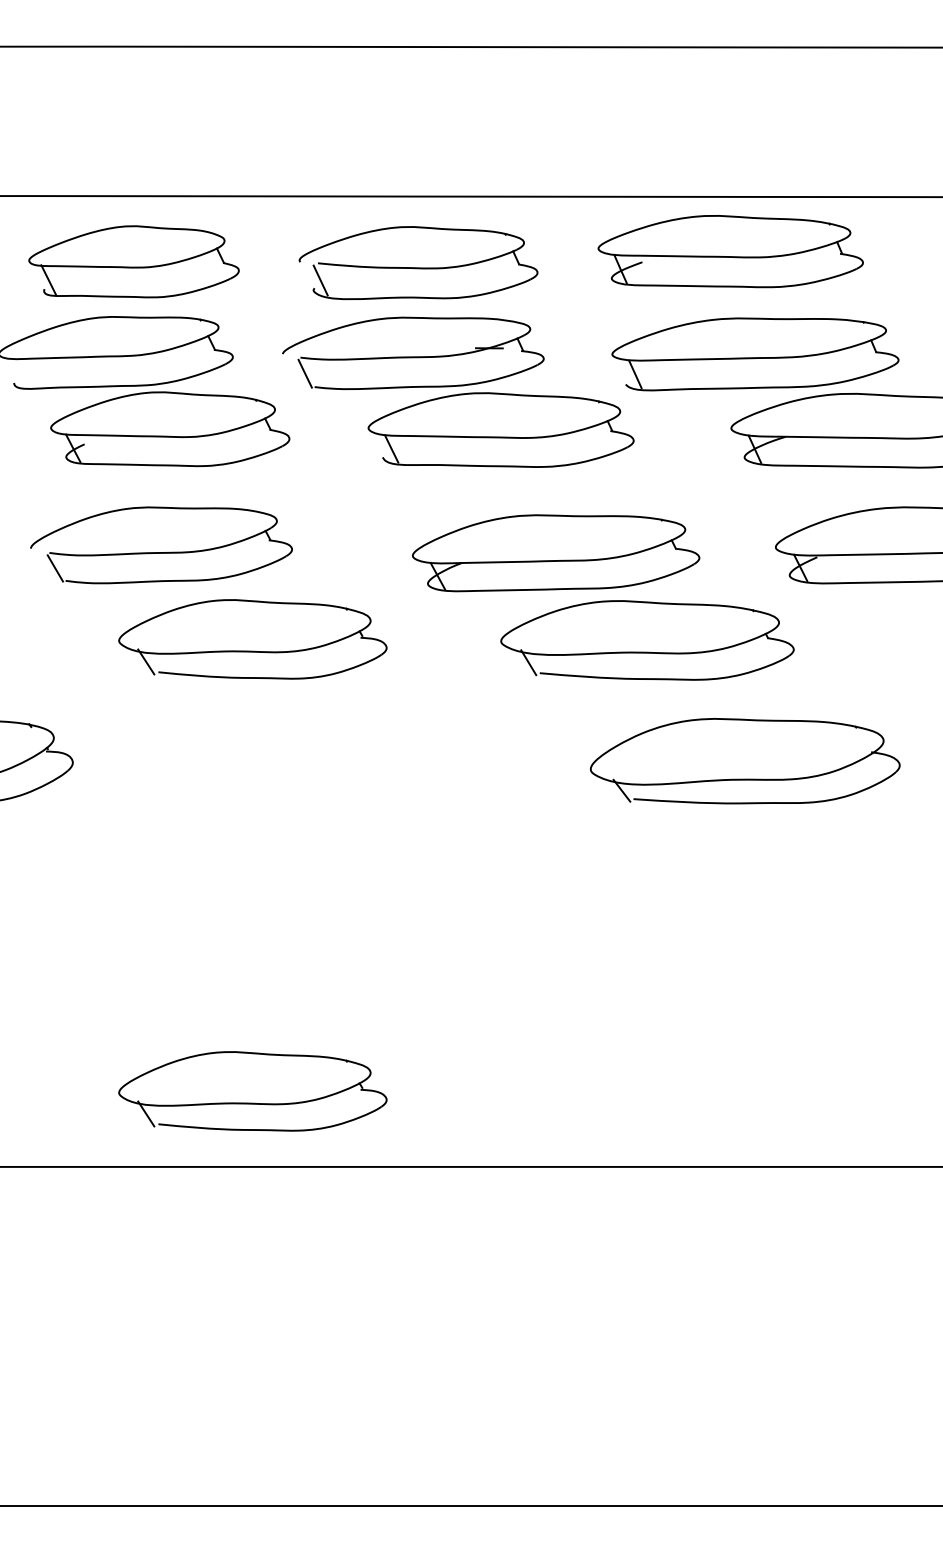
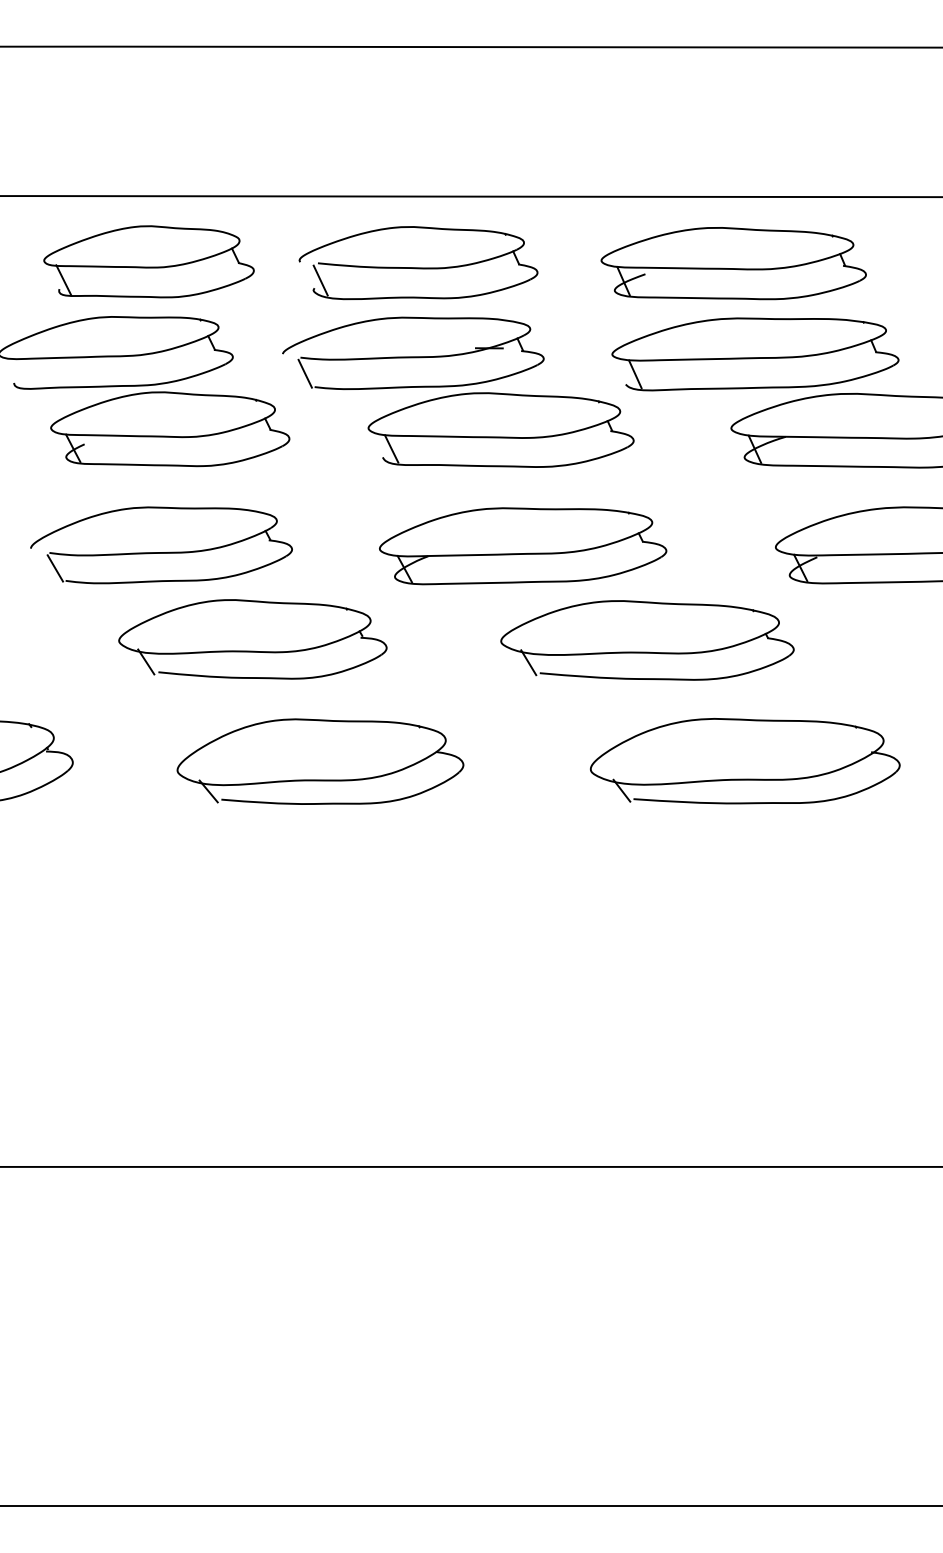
part at (730, 251) position: (730, 251) -> (733, 263)
part at (133, 261) position: (133, 261) -> (148, 261)
part at (556, 553) position: (556, 553) -> (523, 546)
part at (320, 761): none -> present
part at (252, 1091): present -> none
